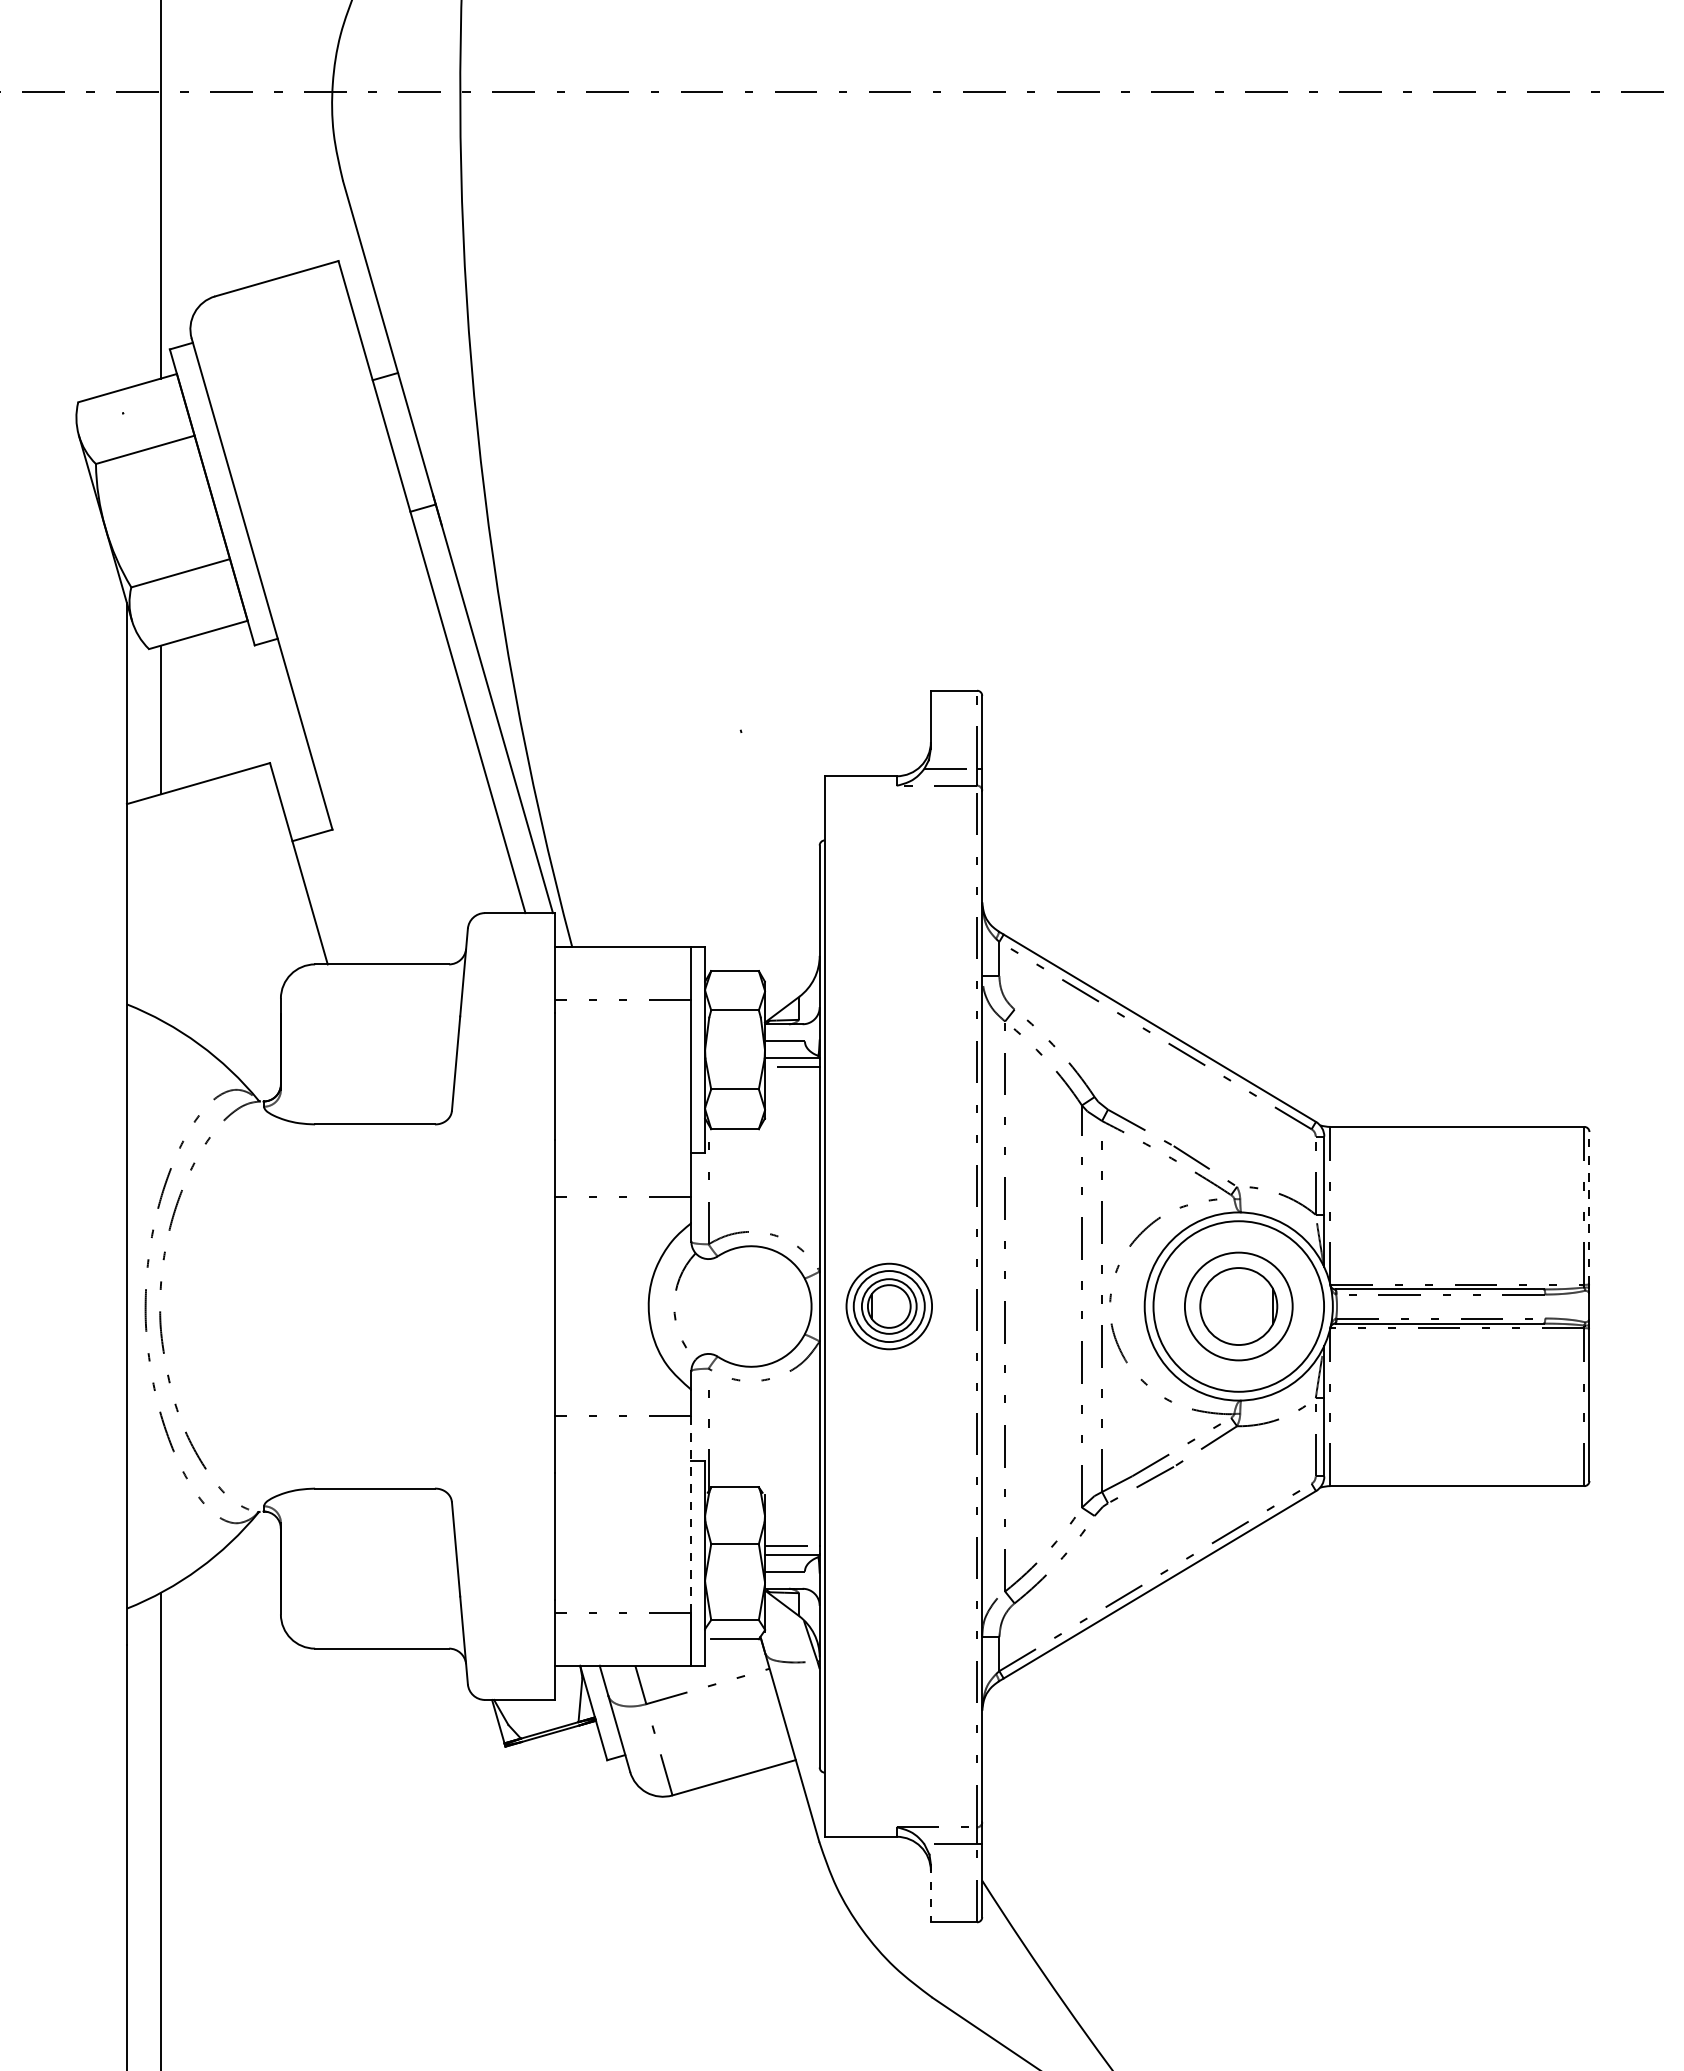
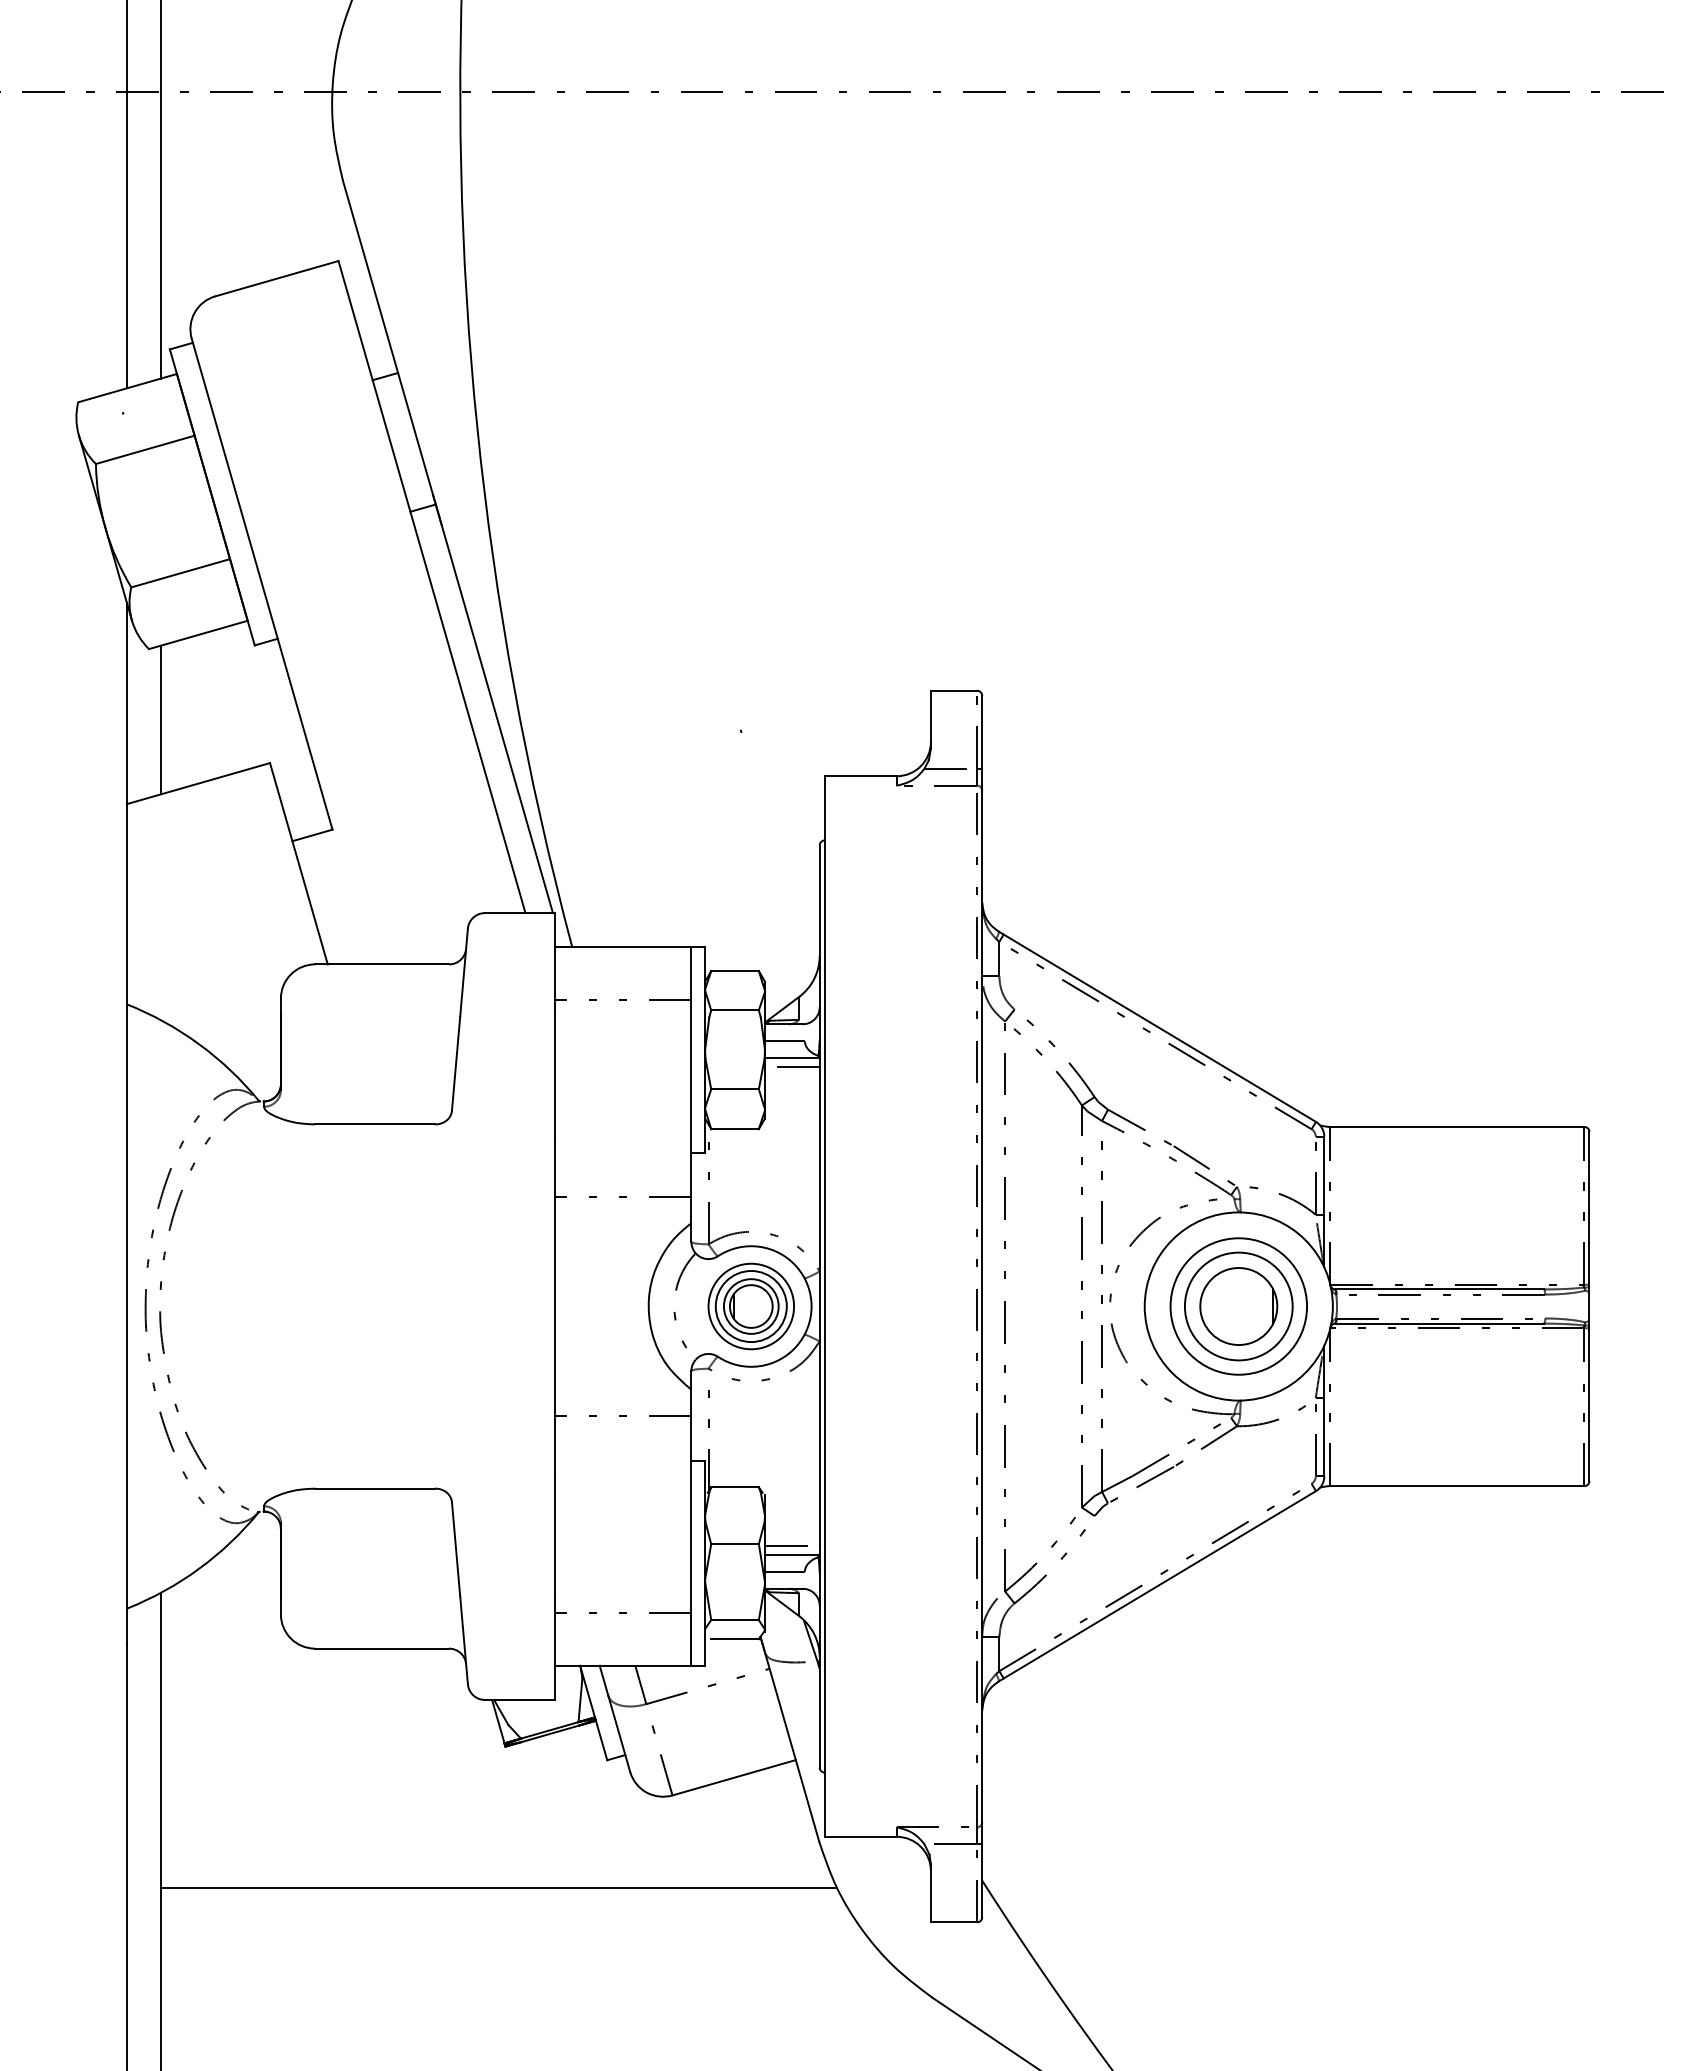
line at (126, 195): none -> present
line at (1589, 1207): dashed -> solid
part at (888, 1306) position: (888, 1306) -> (750, 1306)
circle at (1238, 1306) diameter: 171 px -> 136 px
line at (691, 1513): dashed -> solid
line at (499, 1888): none -> present
line at (930, 1893): dashed -> solid
